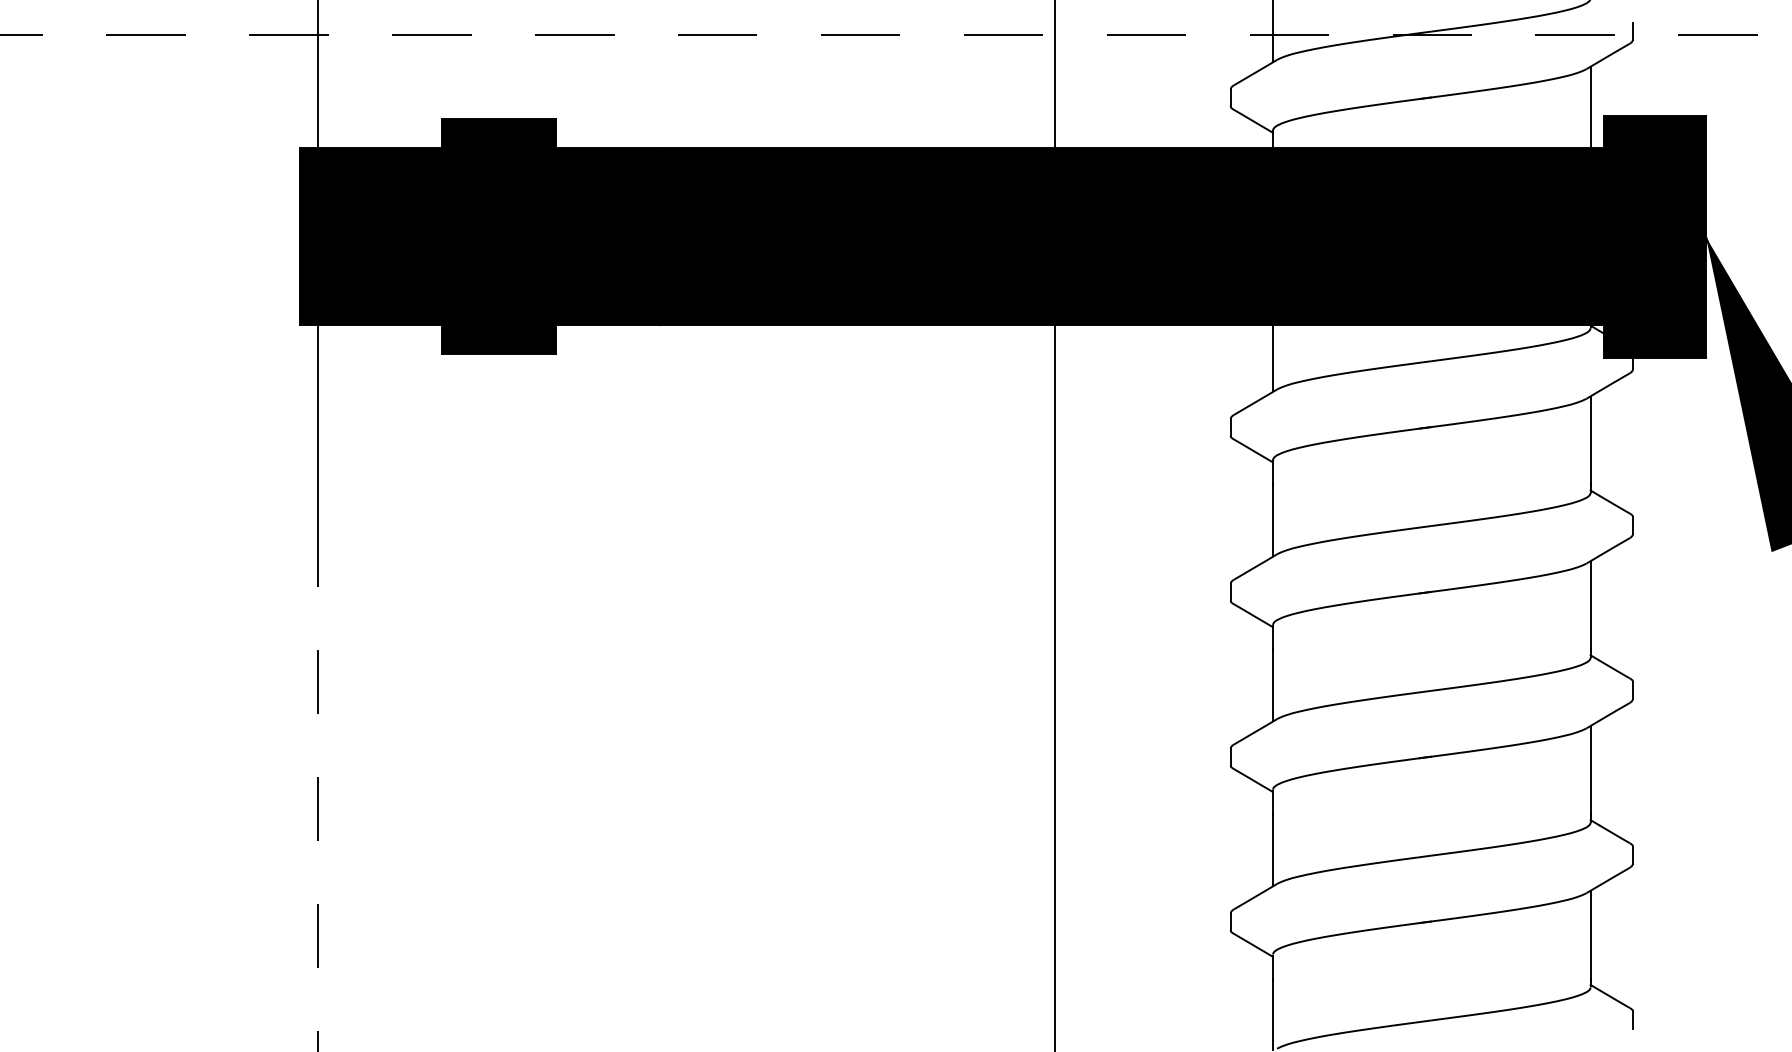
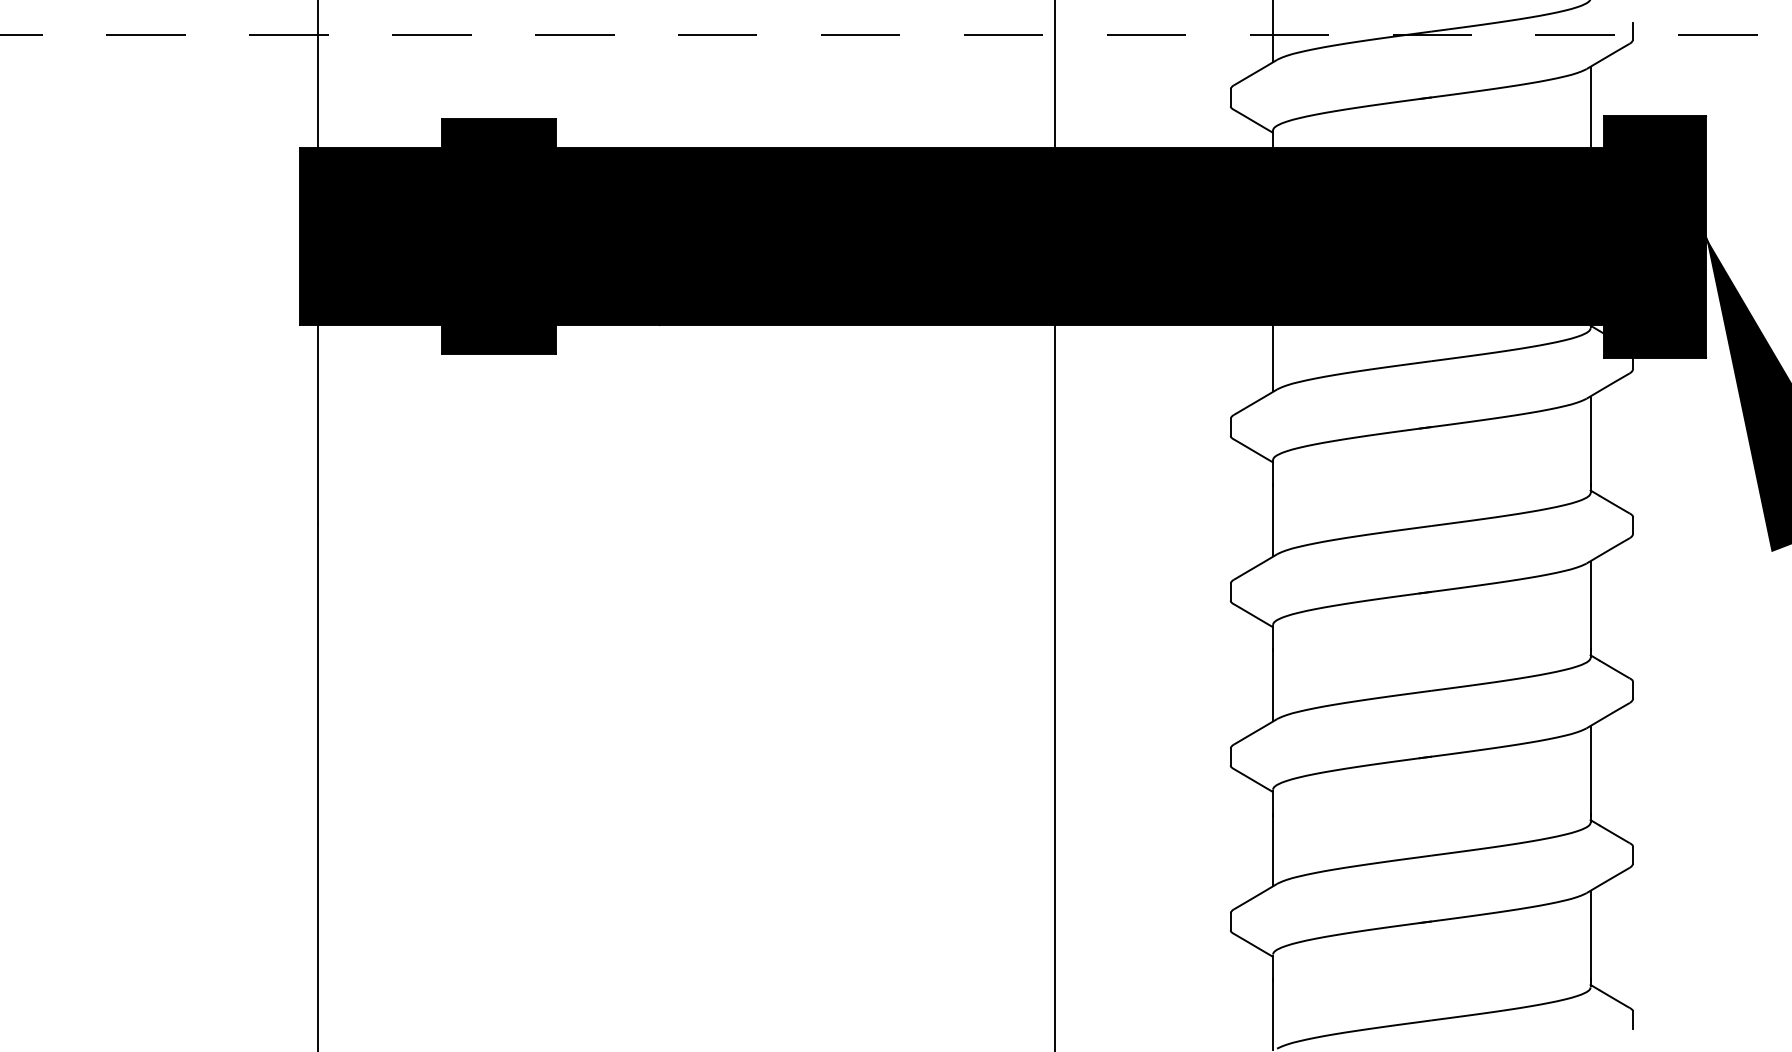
line at (318, 787): dashed -> solid
